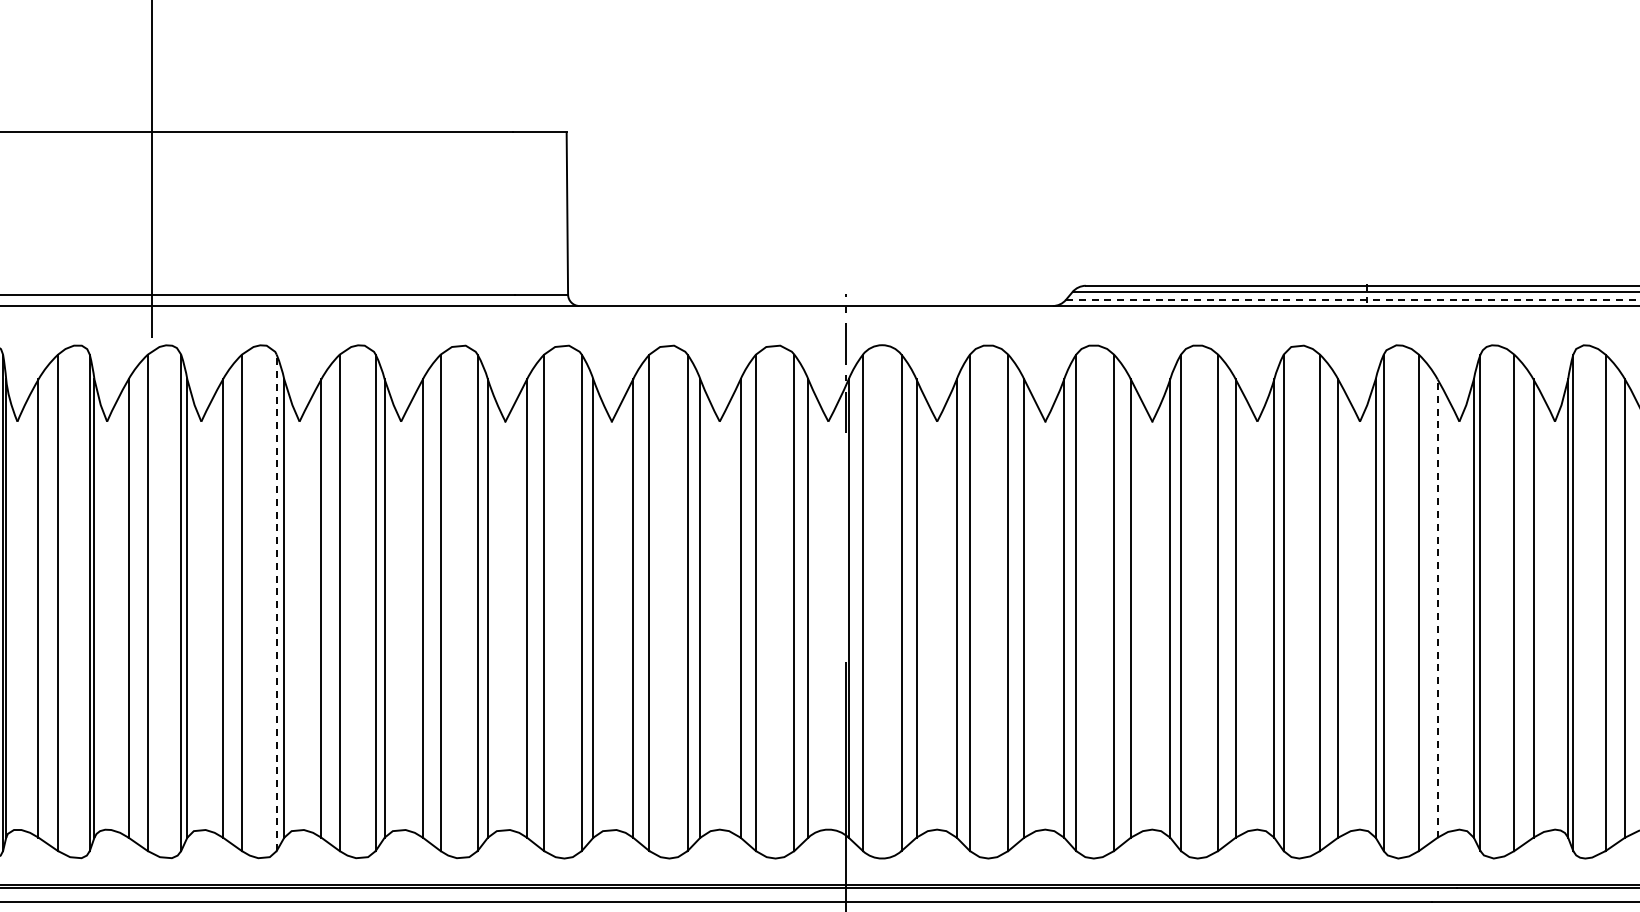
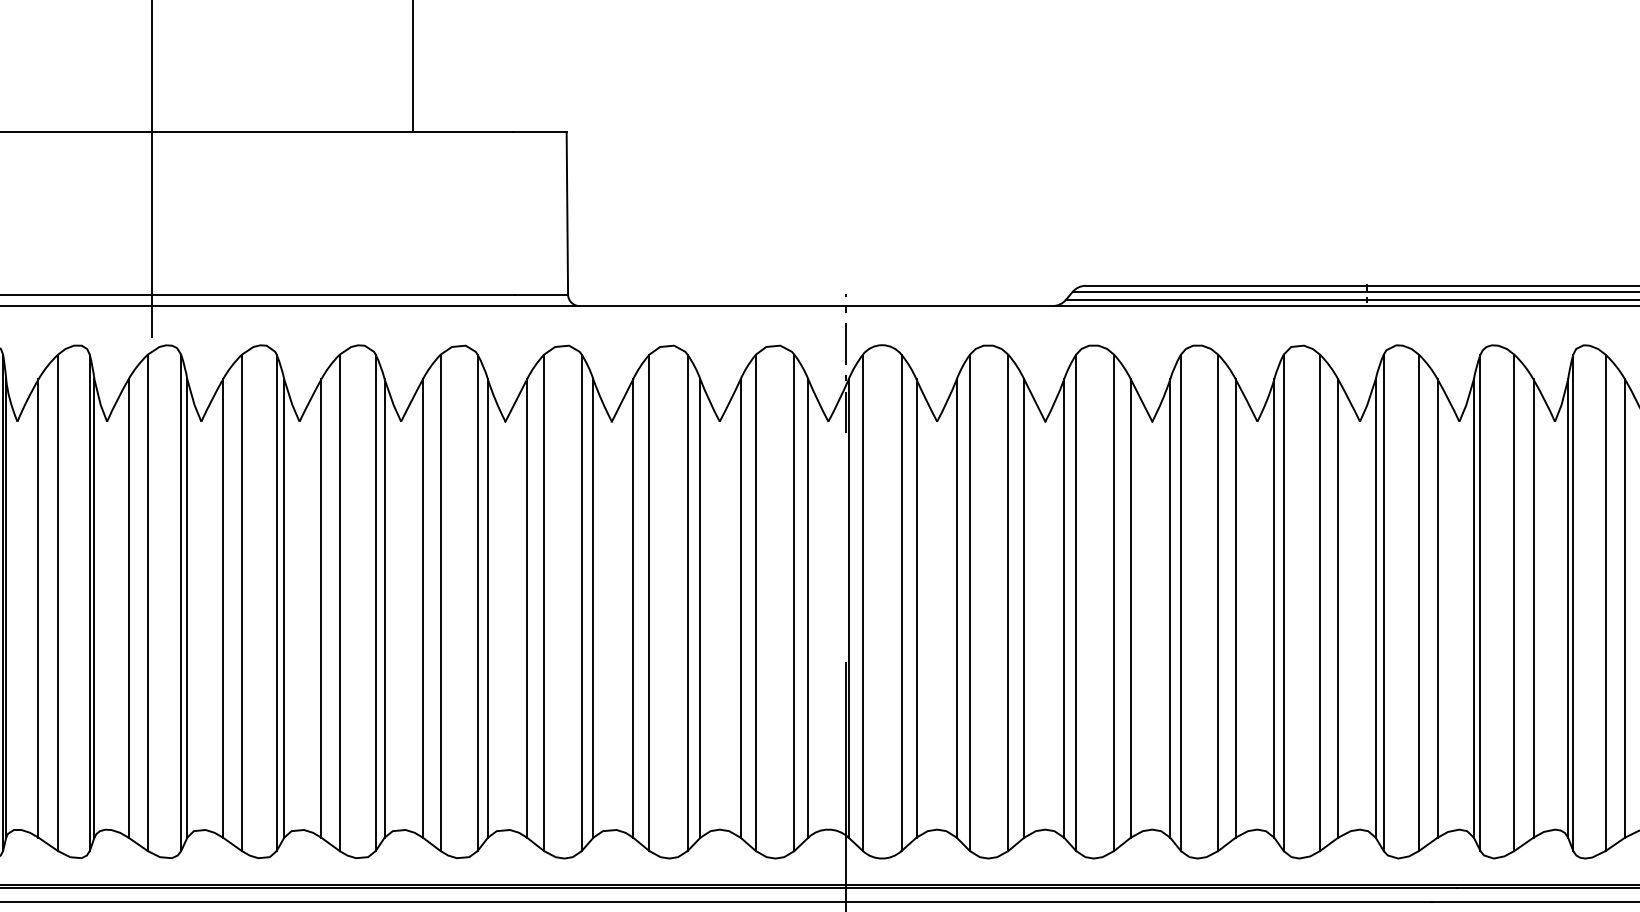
line at (412, 67): none -> present
line at (1352, 299): dashed -> solid
line at (276, 602): dashed -> solid
line at (1437, 608): dashed -> solid
